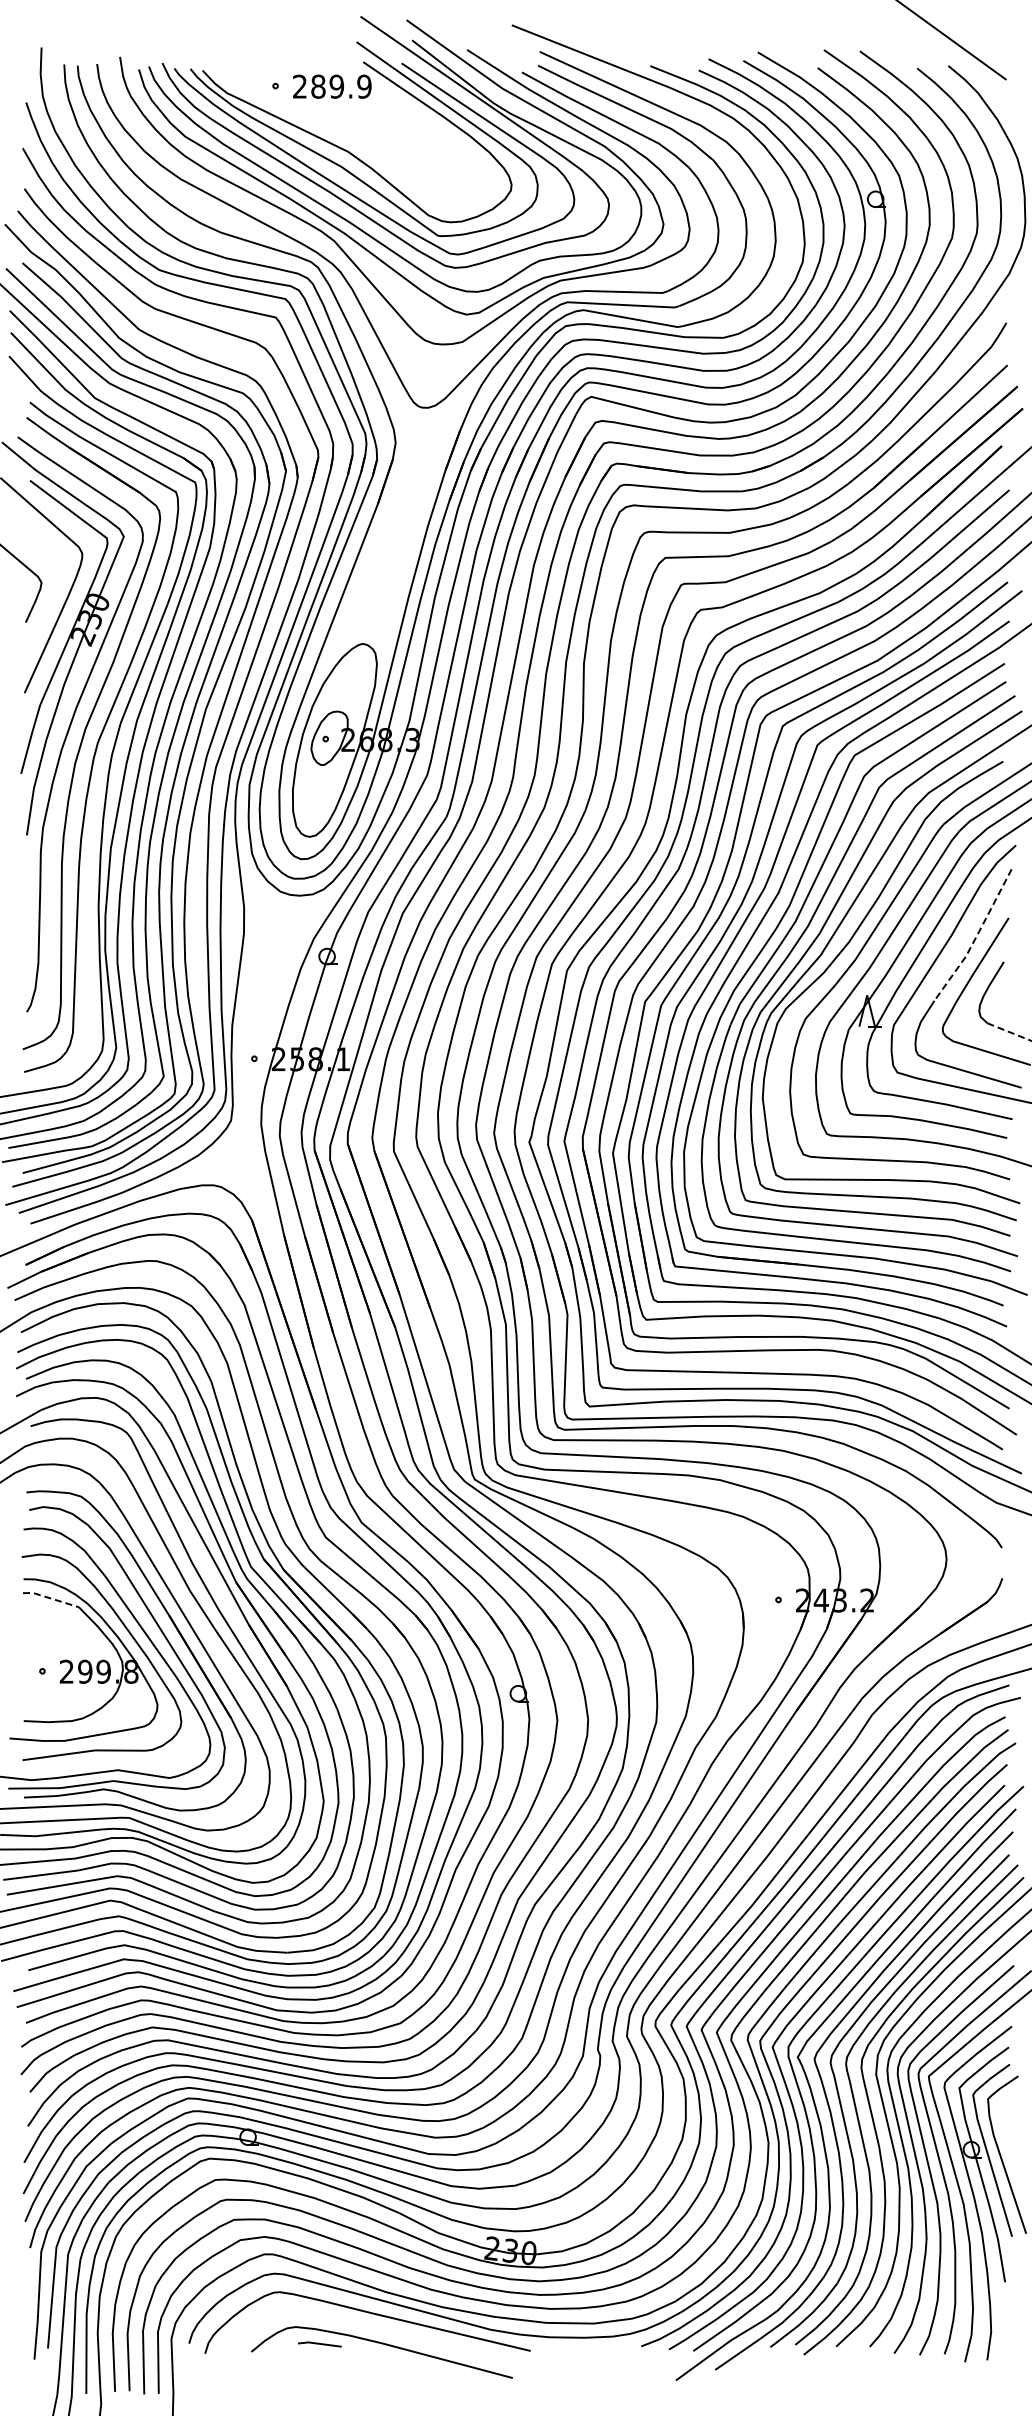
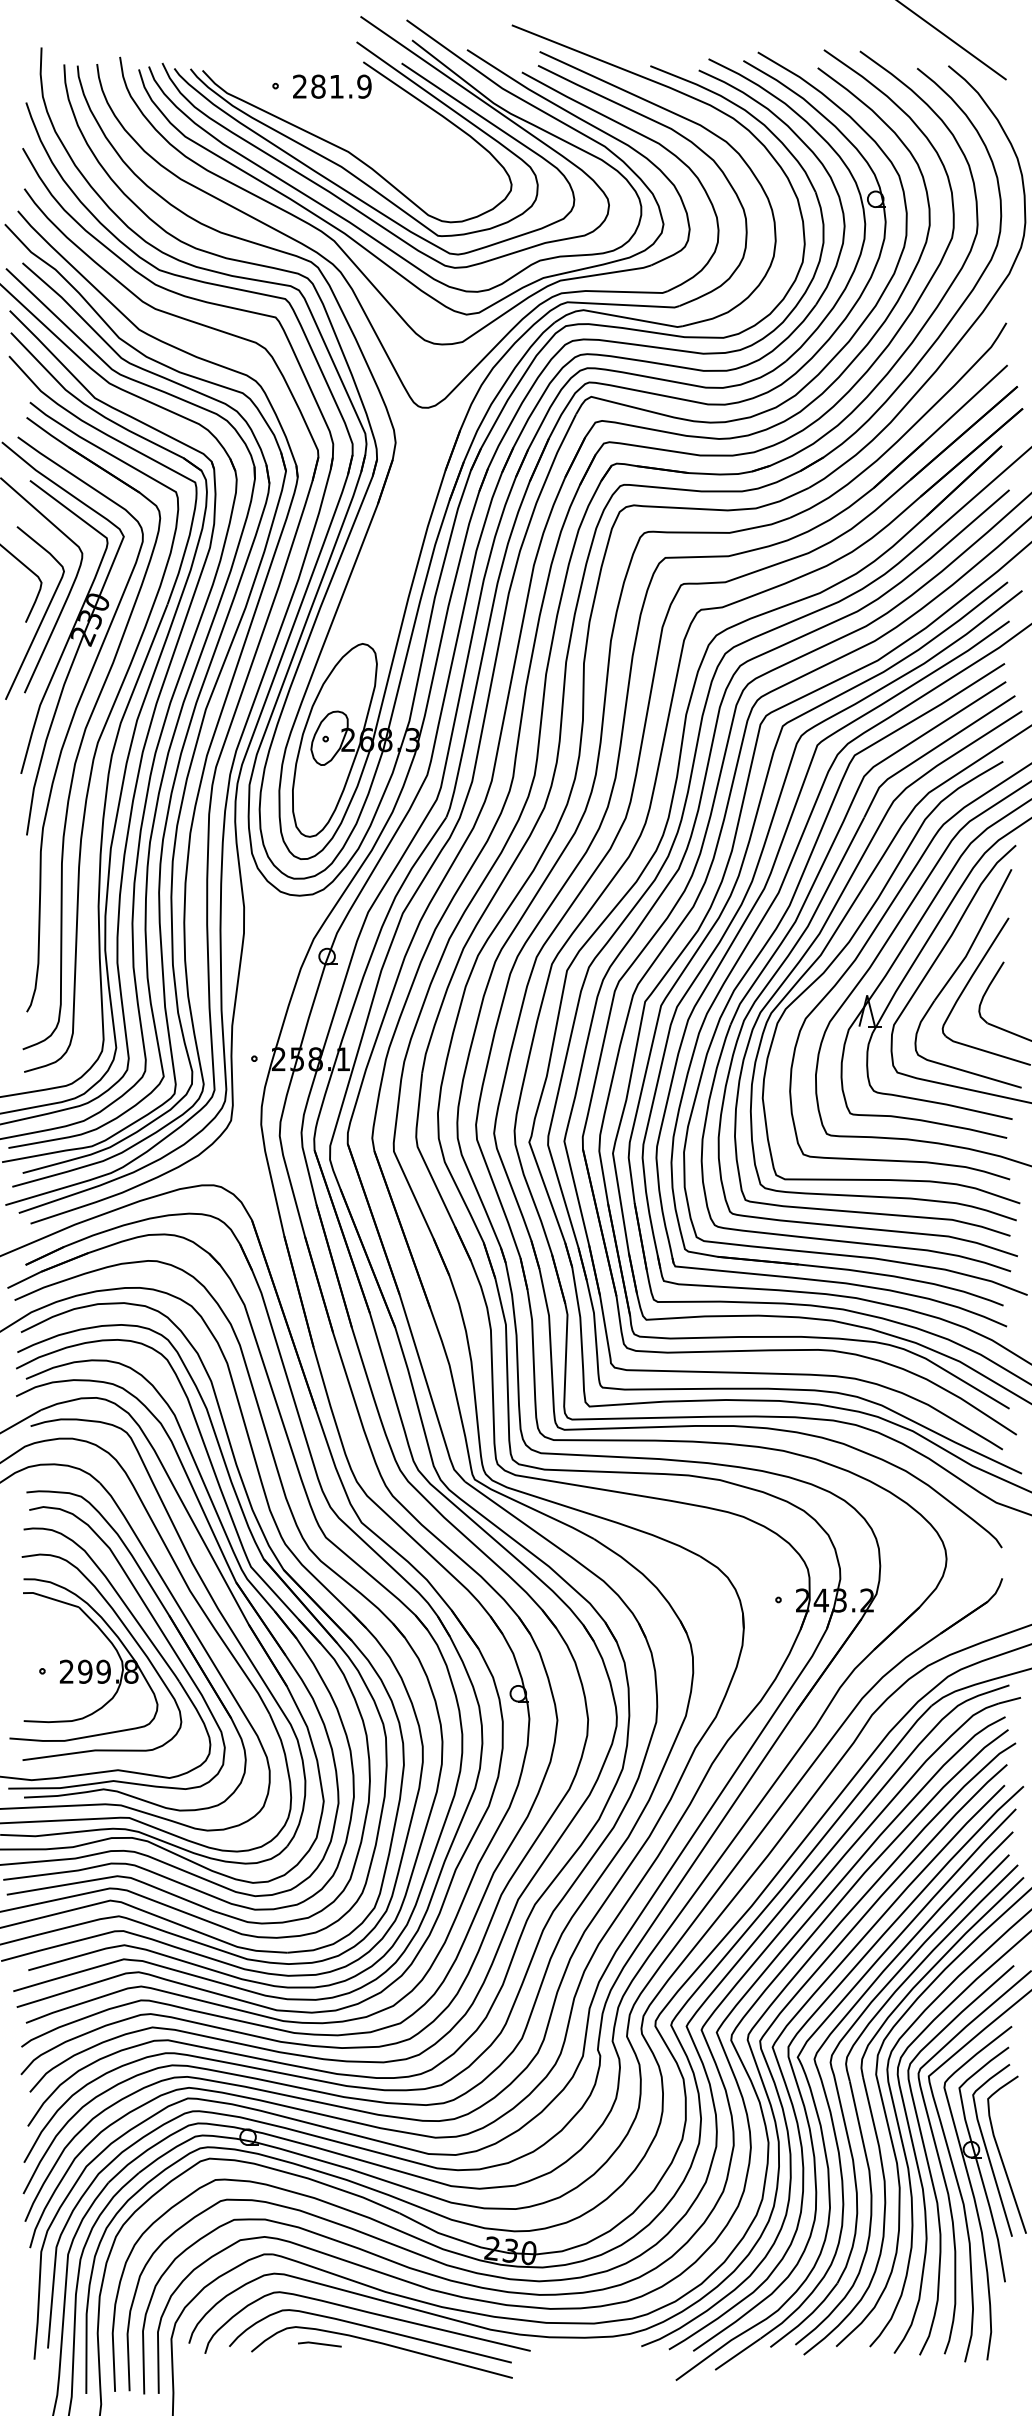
text at (336, 86): 289.9 -> 281.9
curve at (42, 617): none -> present
line at (976, 937): dashed -> solid
line at (1009, 1032): dashed -> solid
line at (50, 1598): dashed -> solid
curve at (373, 2329): none -> present
